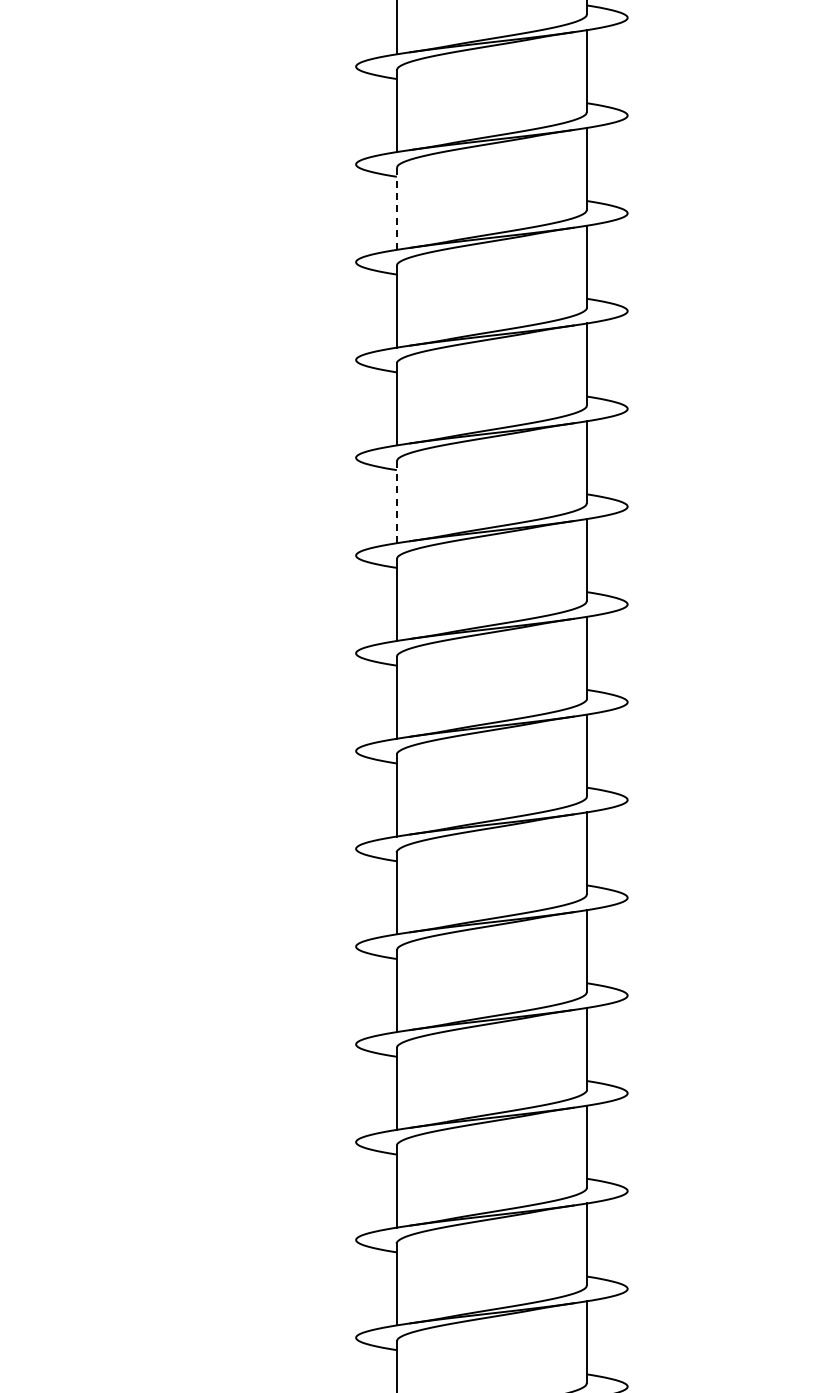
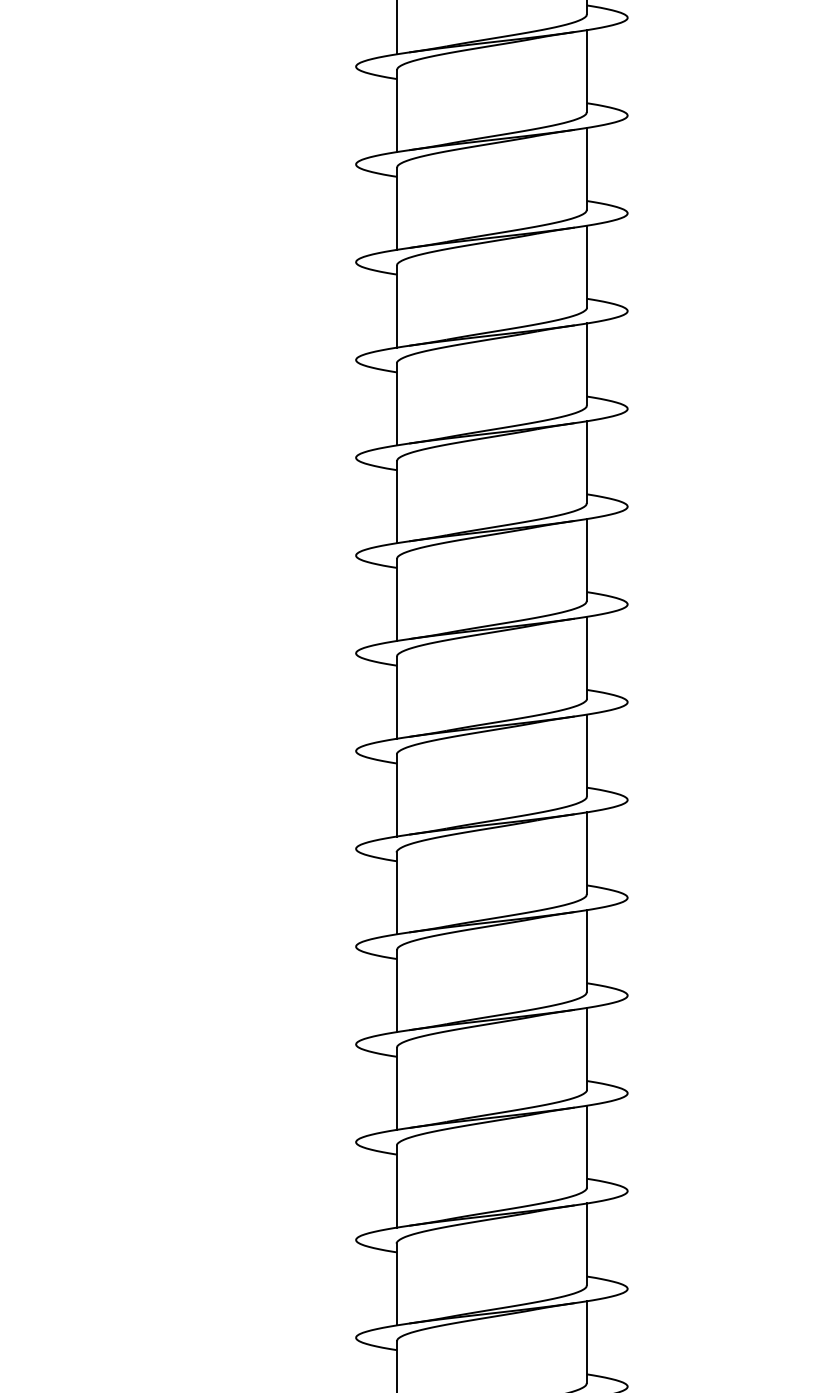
line at (396, 209): dashed -> solid
line at (396, 502): dashed -> solid
